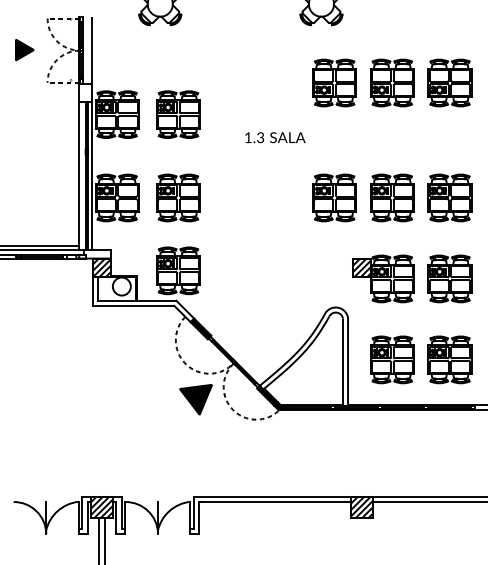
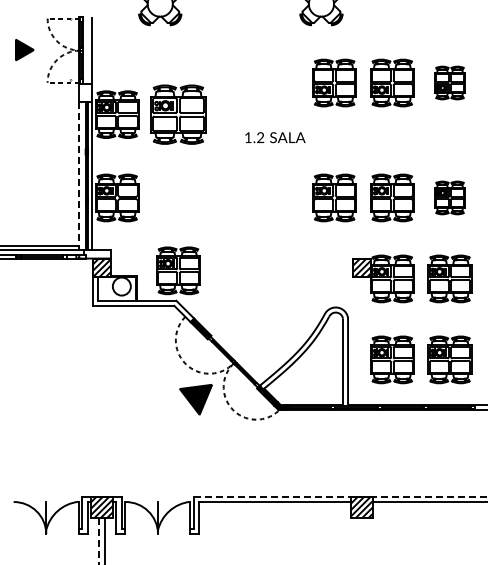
part at (449, 82) size: 46x50 px -> 32x36 px
part at (178, 114) size: 45x49 px -> 57x61 px
text at (260, 139): 1.3 -> 1.2
line at (79, 176): solid -> dashed
part at (178, 197): present -> none
part at (449, 197) size: 46x50 px -> 32x36 px
line at (340, 496): solid -> dashed
line at (99, 541): solid -> dashed
